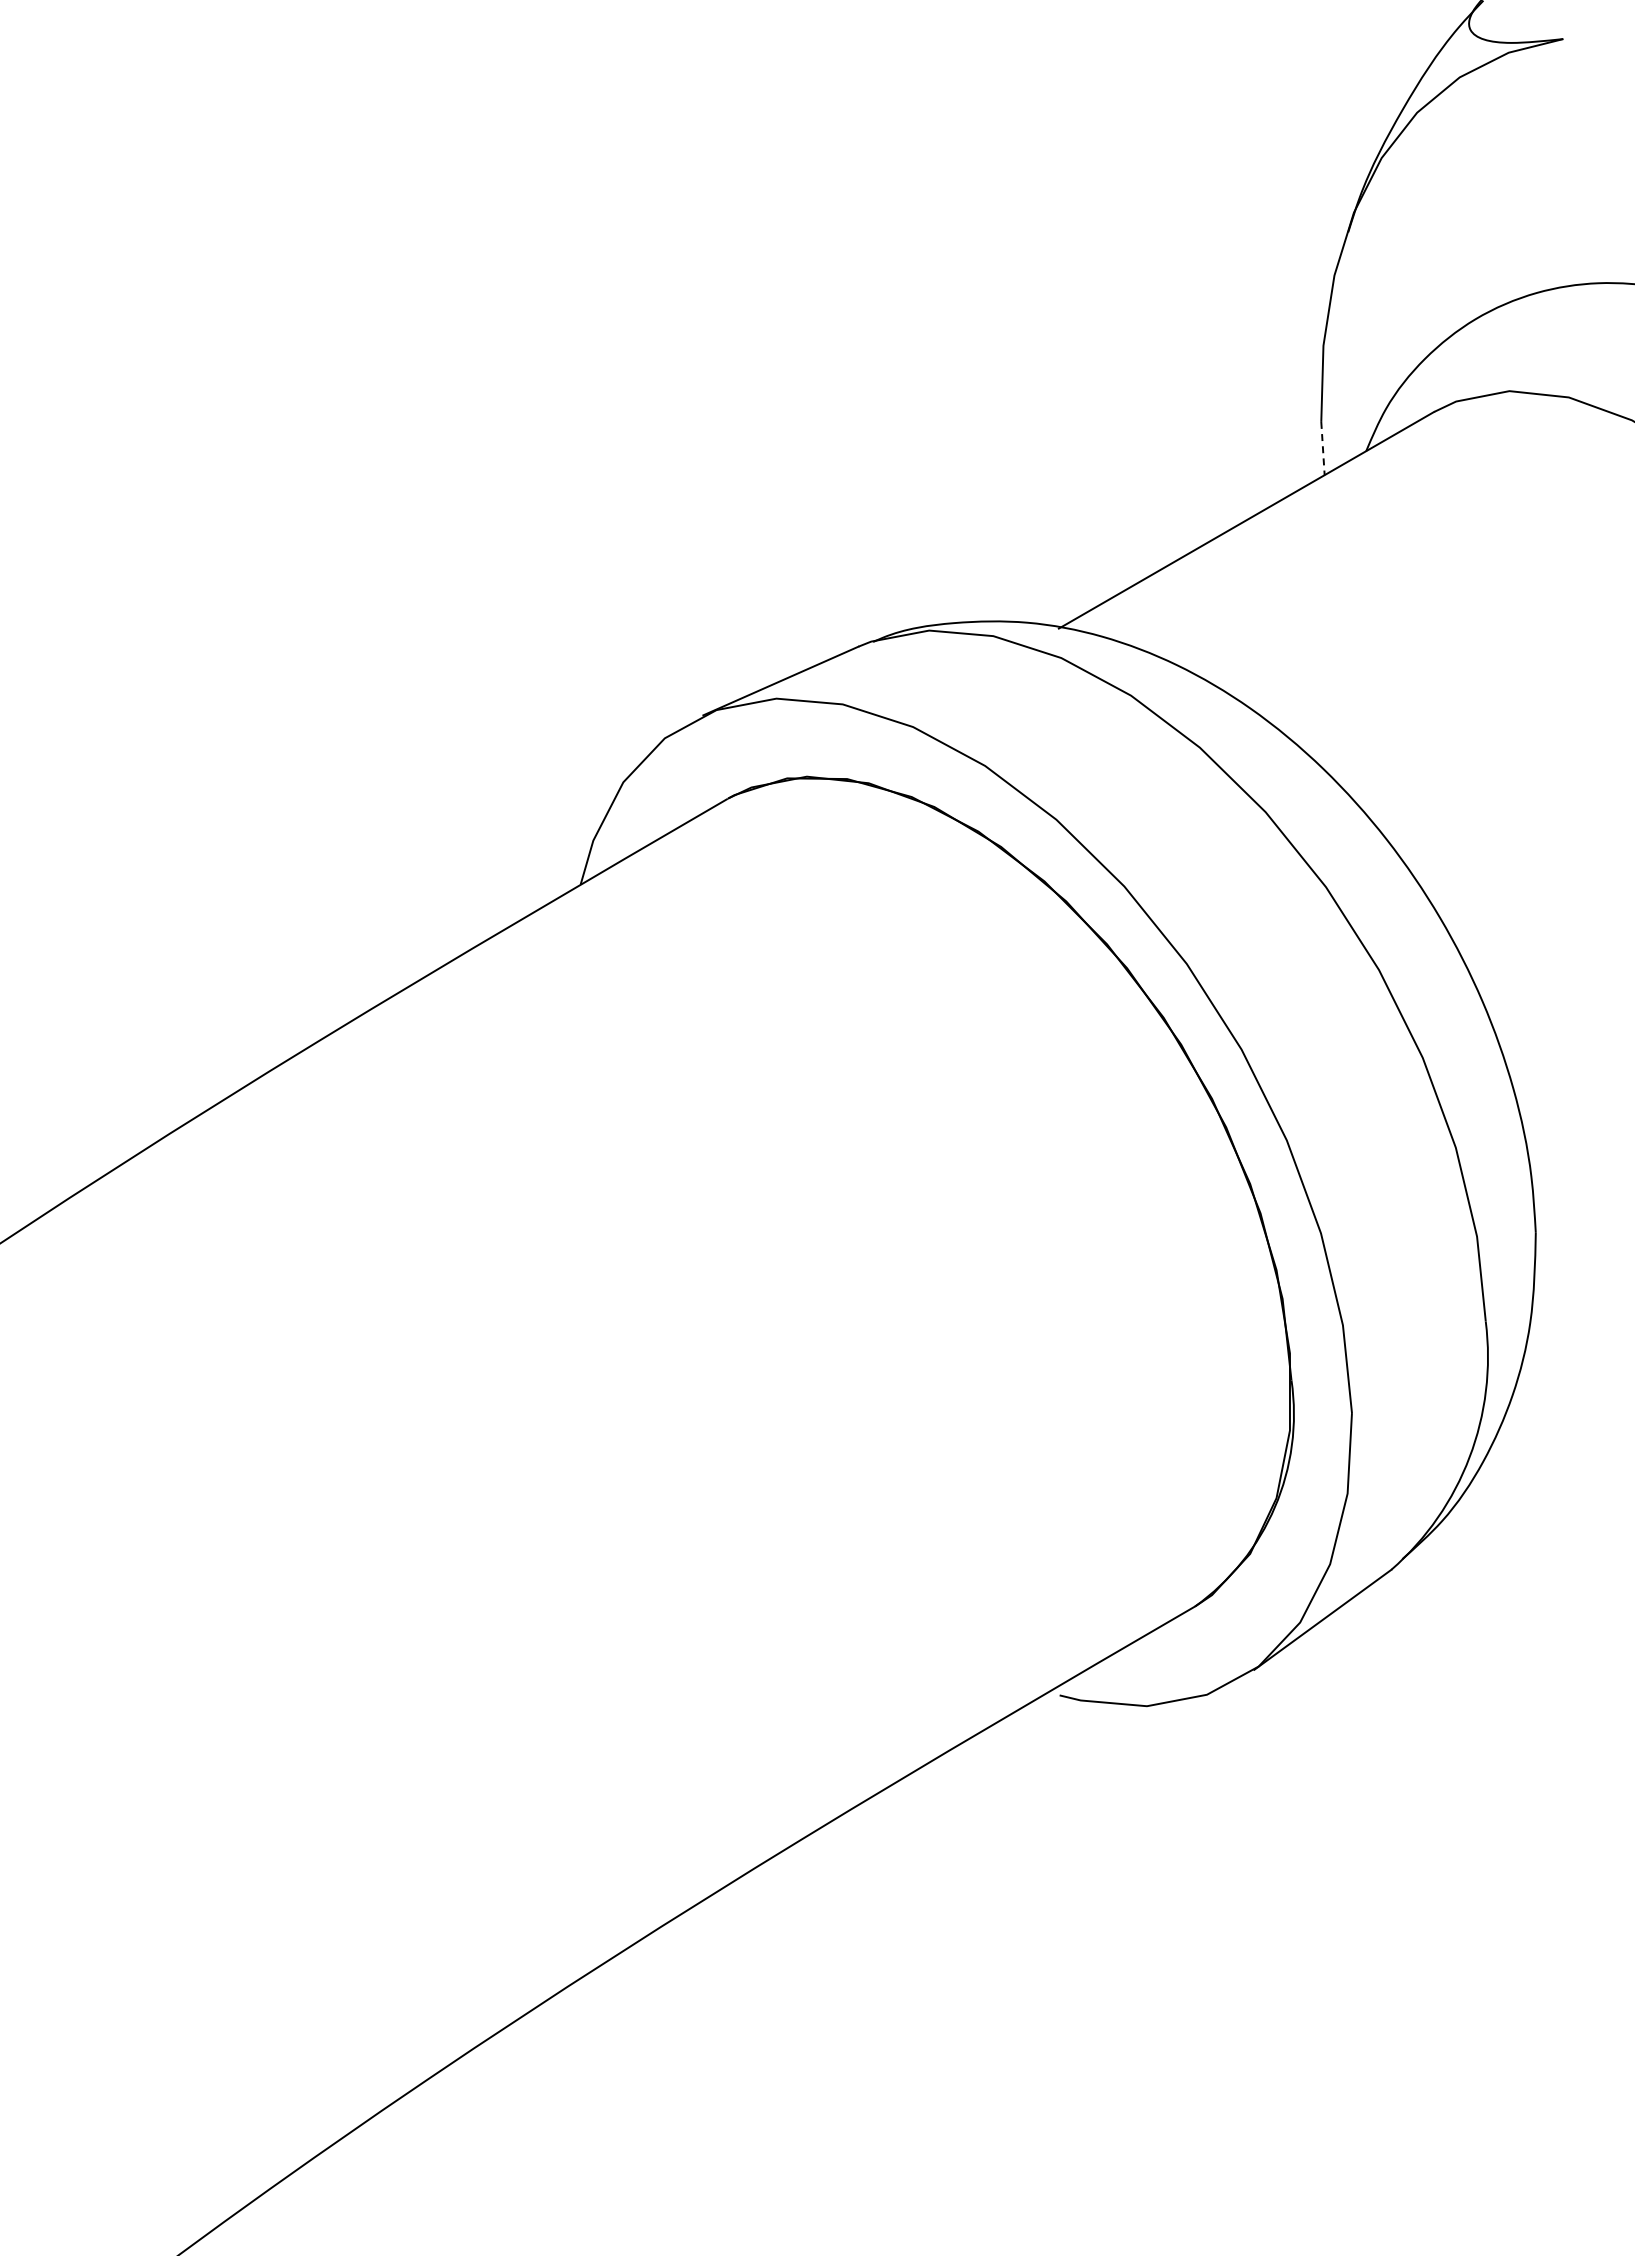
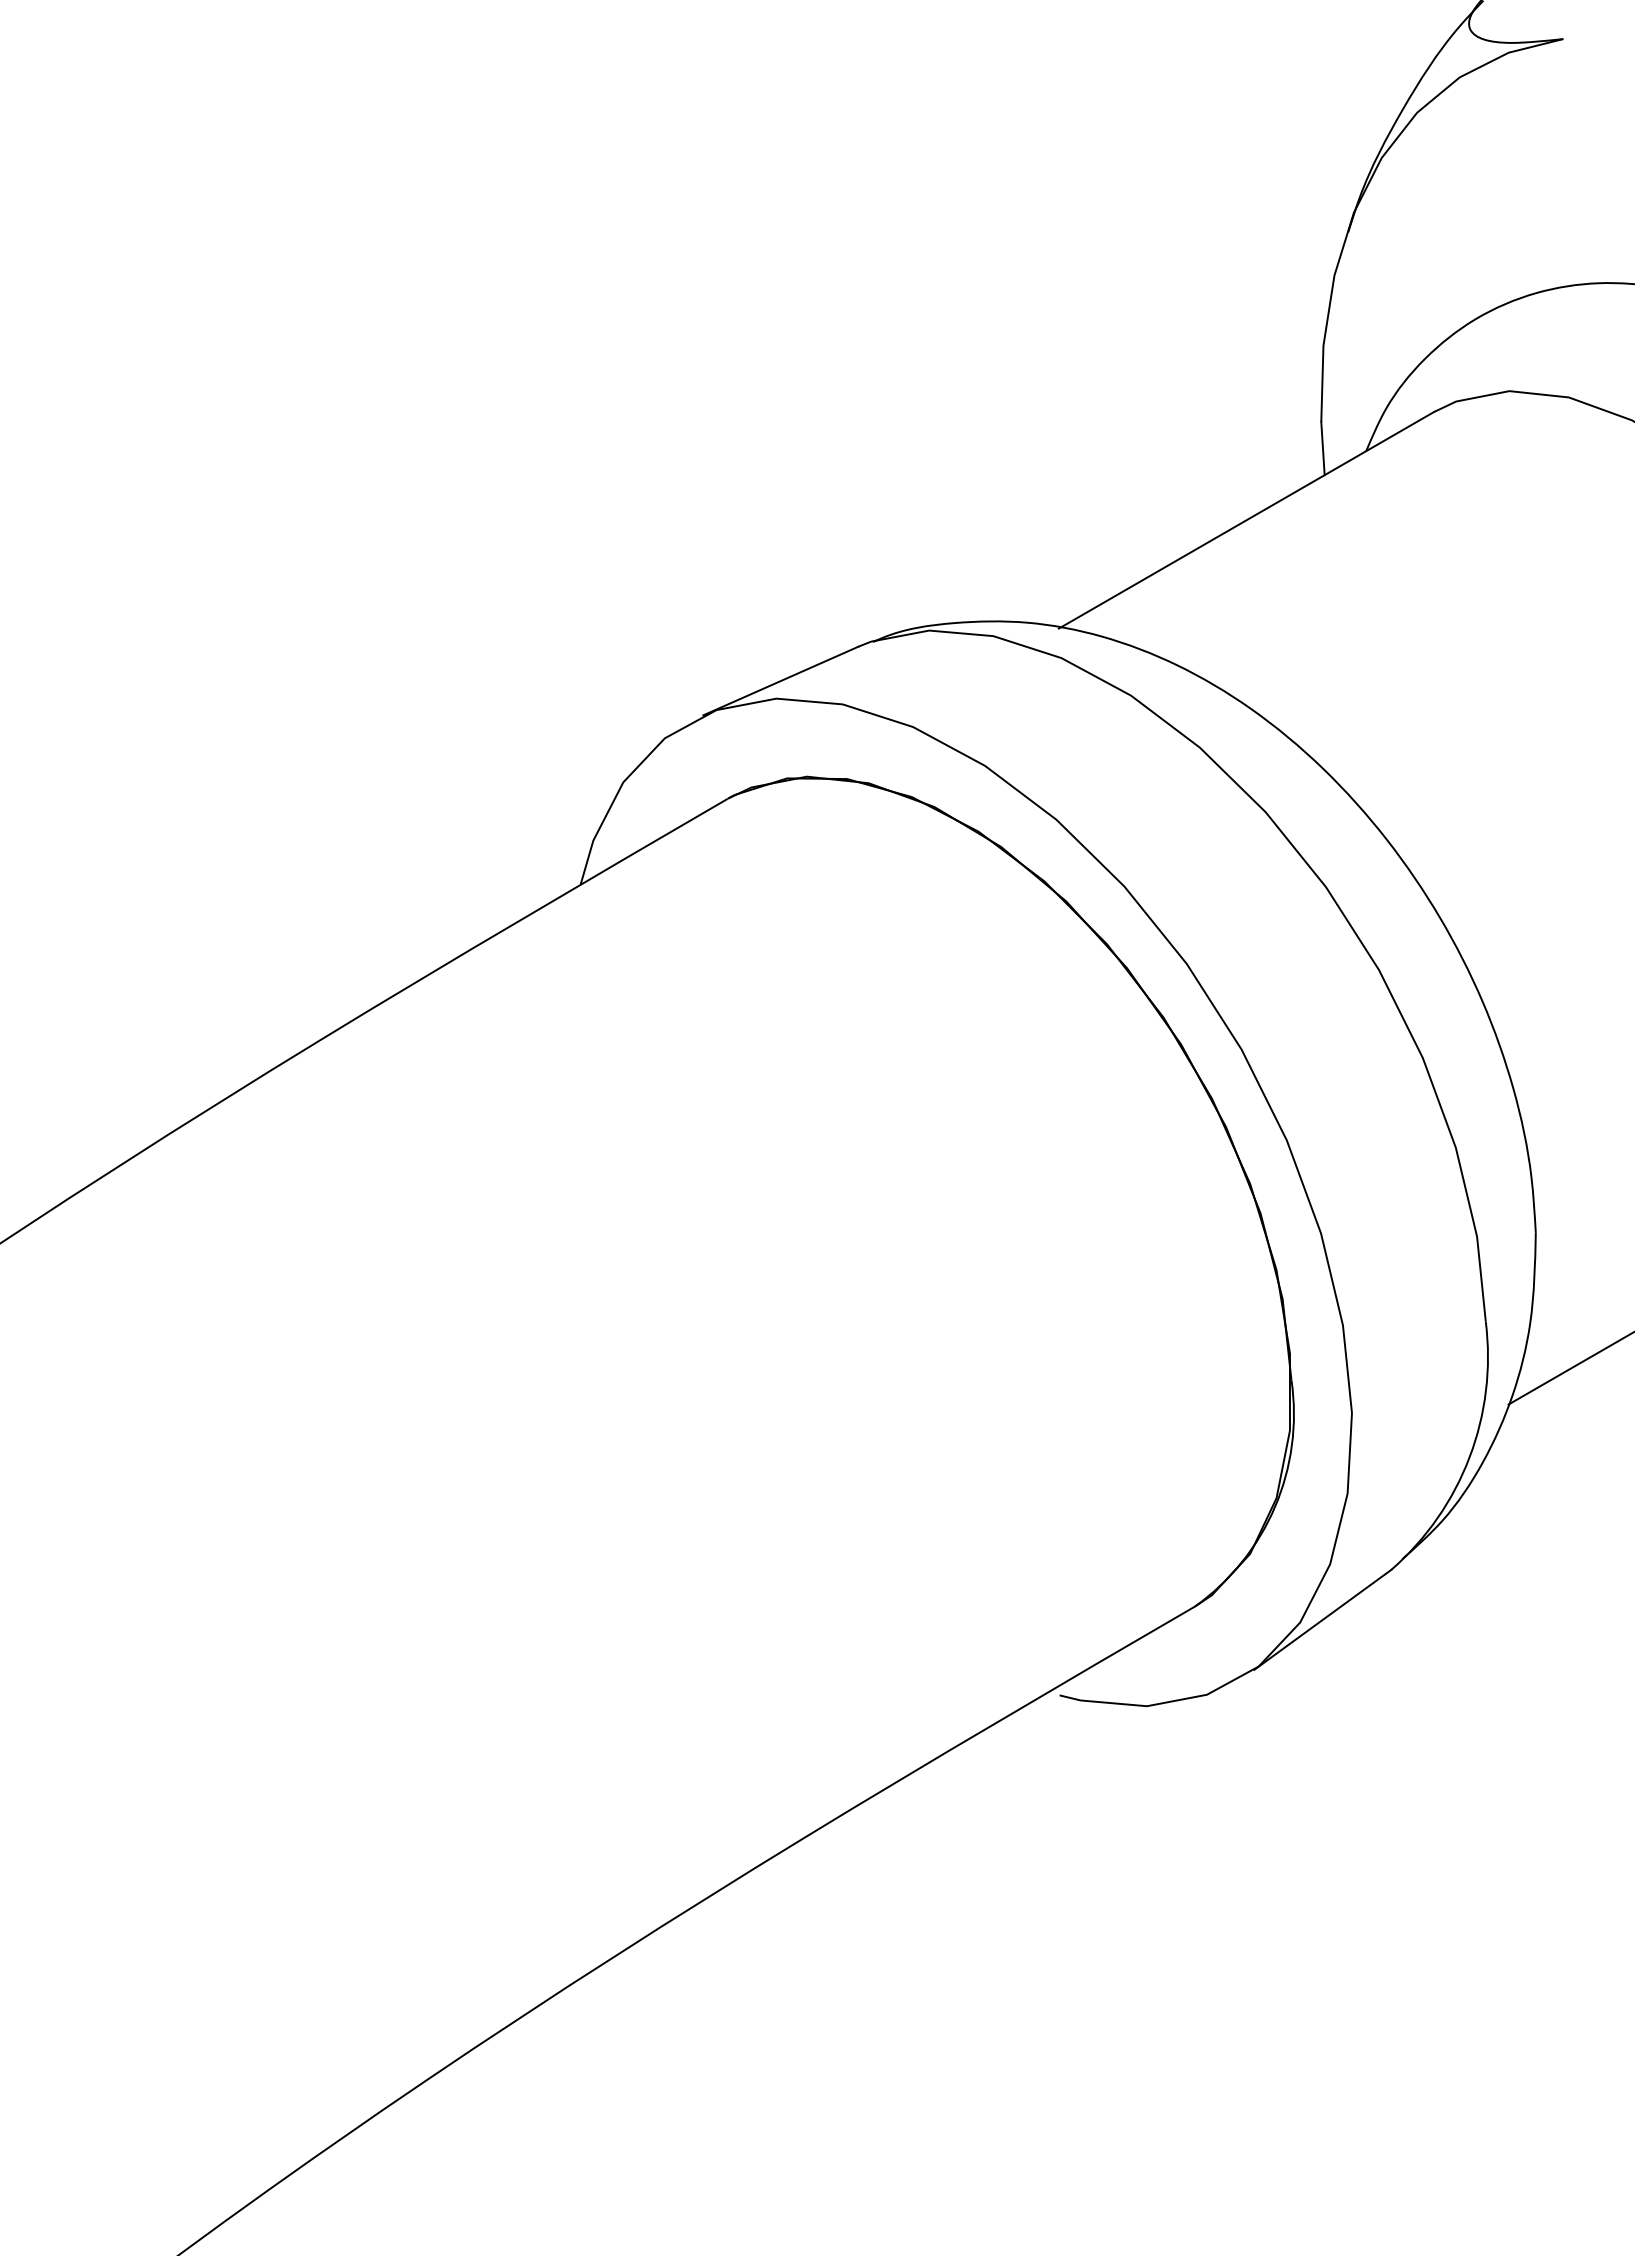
line at (1322, 448): dashed -> solid
line at (1569, 1368): none -> present
